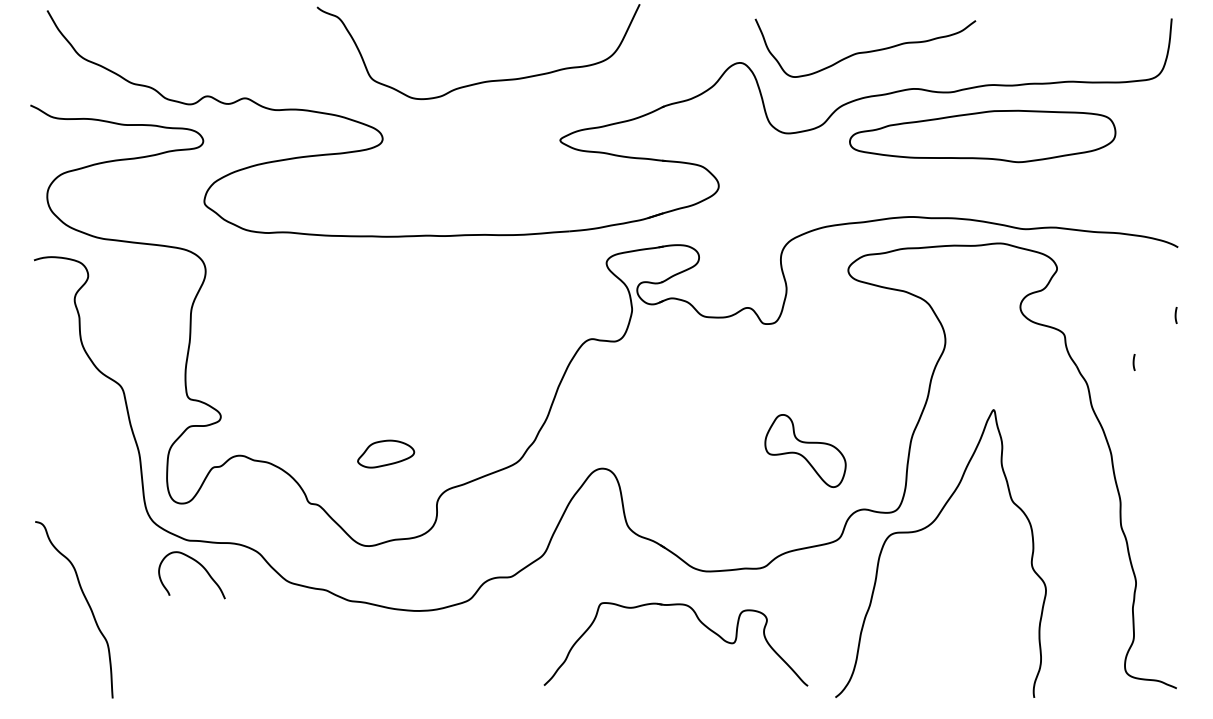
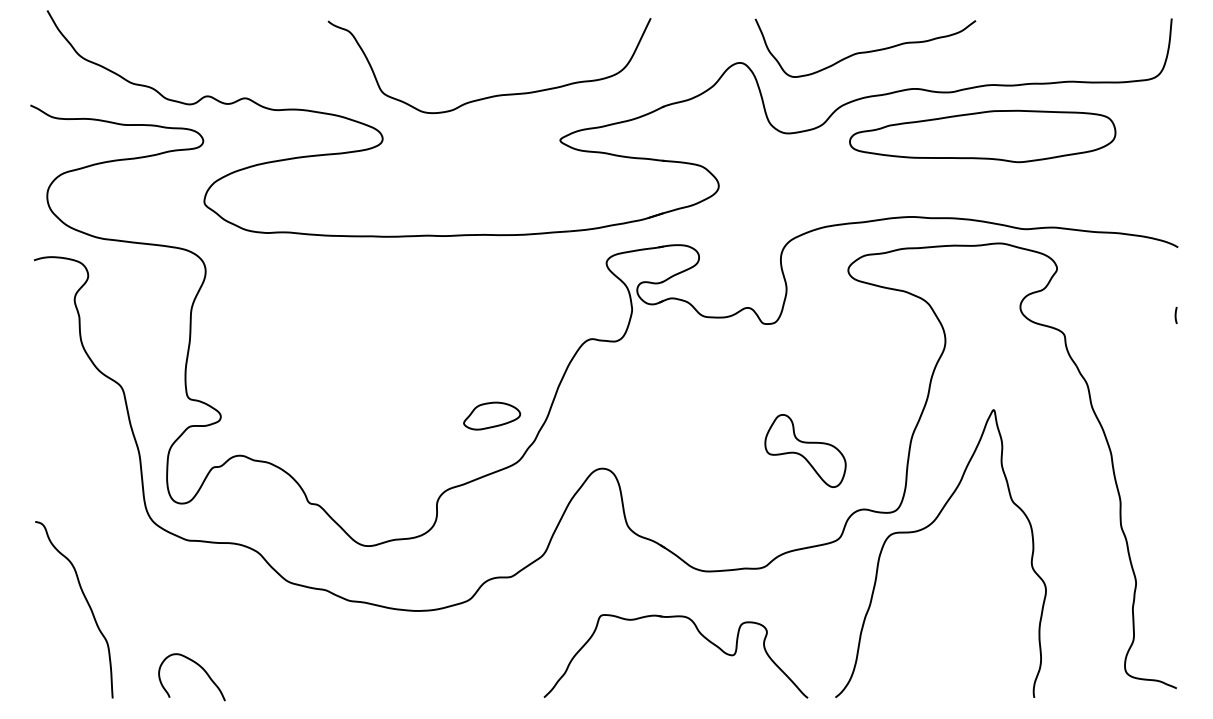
curve at (486, 80) position: (486, 80) -> (497, 94)
line at (1133, 362): present -> none
part at (386, 453) position: (386, 453) -> (492, 415)
curve at (197, 563) position: (197, 563) -> (197, 665)
part at (698, 620) position: (698, 620) -> (698, 632)
